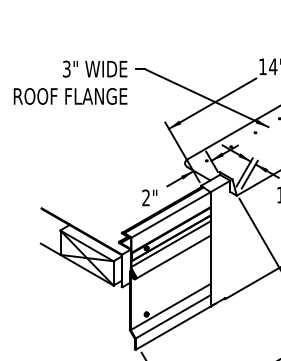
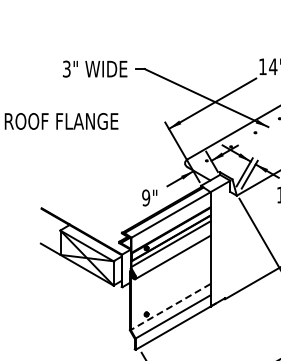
text at (70, 96) position: (70, 96) -> (61, 121)
text at (146, 197): 2" -> 9"
line at (170, 307): solid -> dashed
